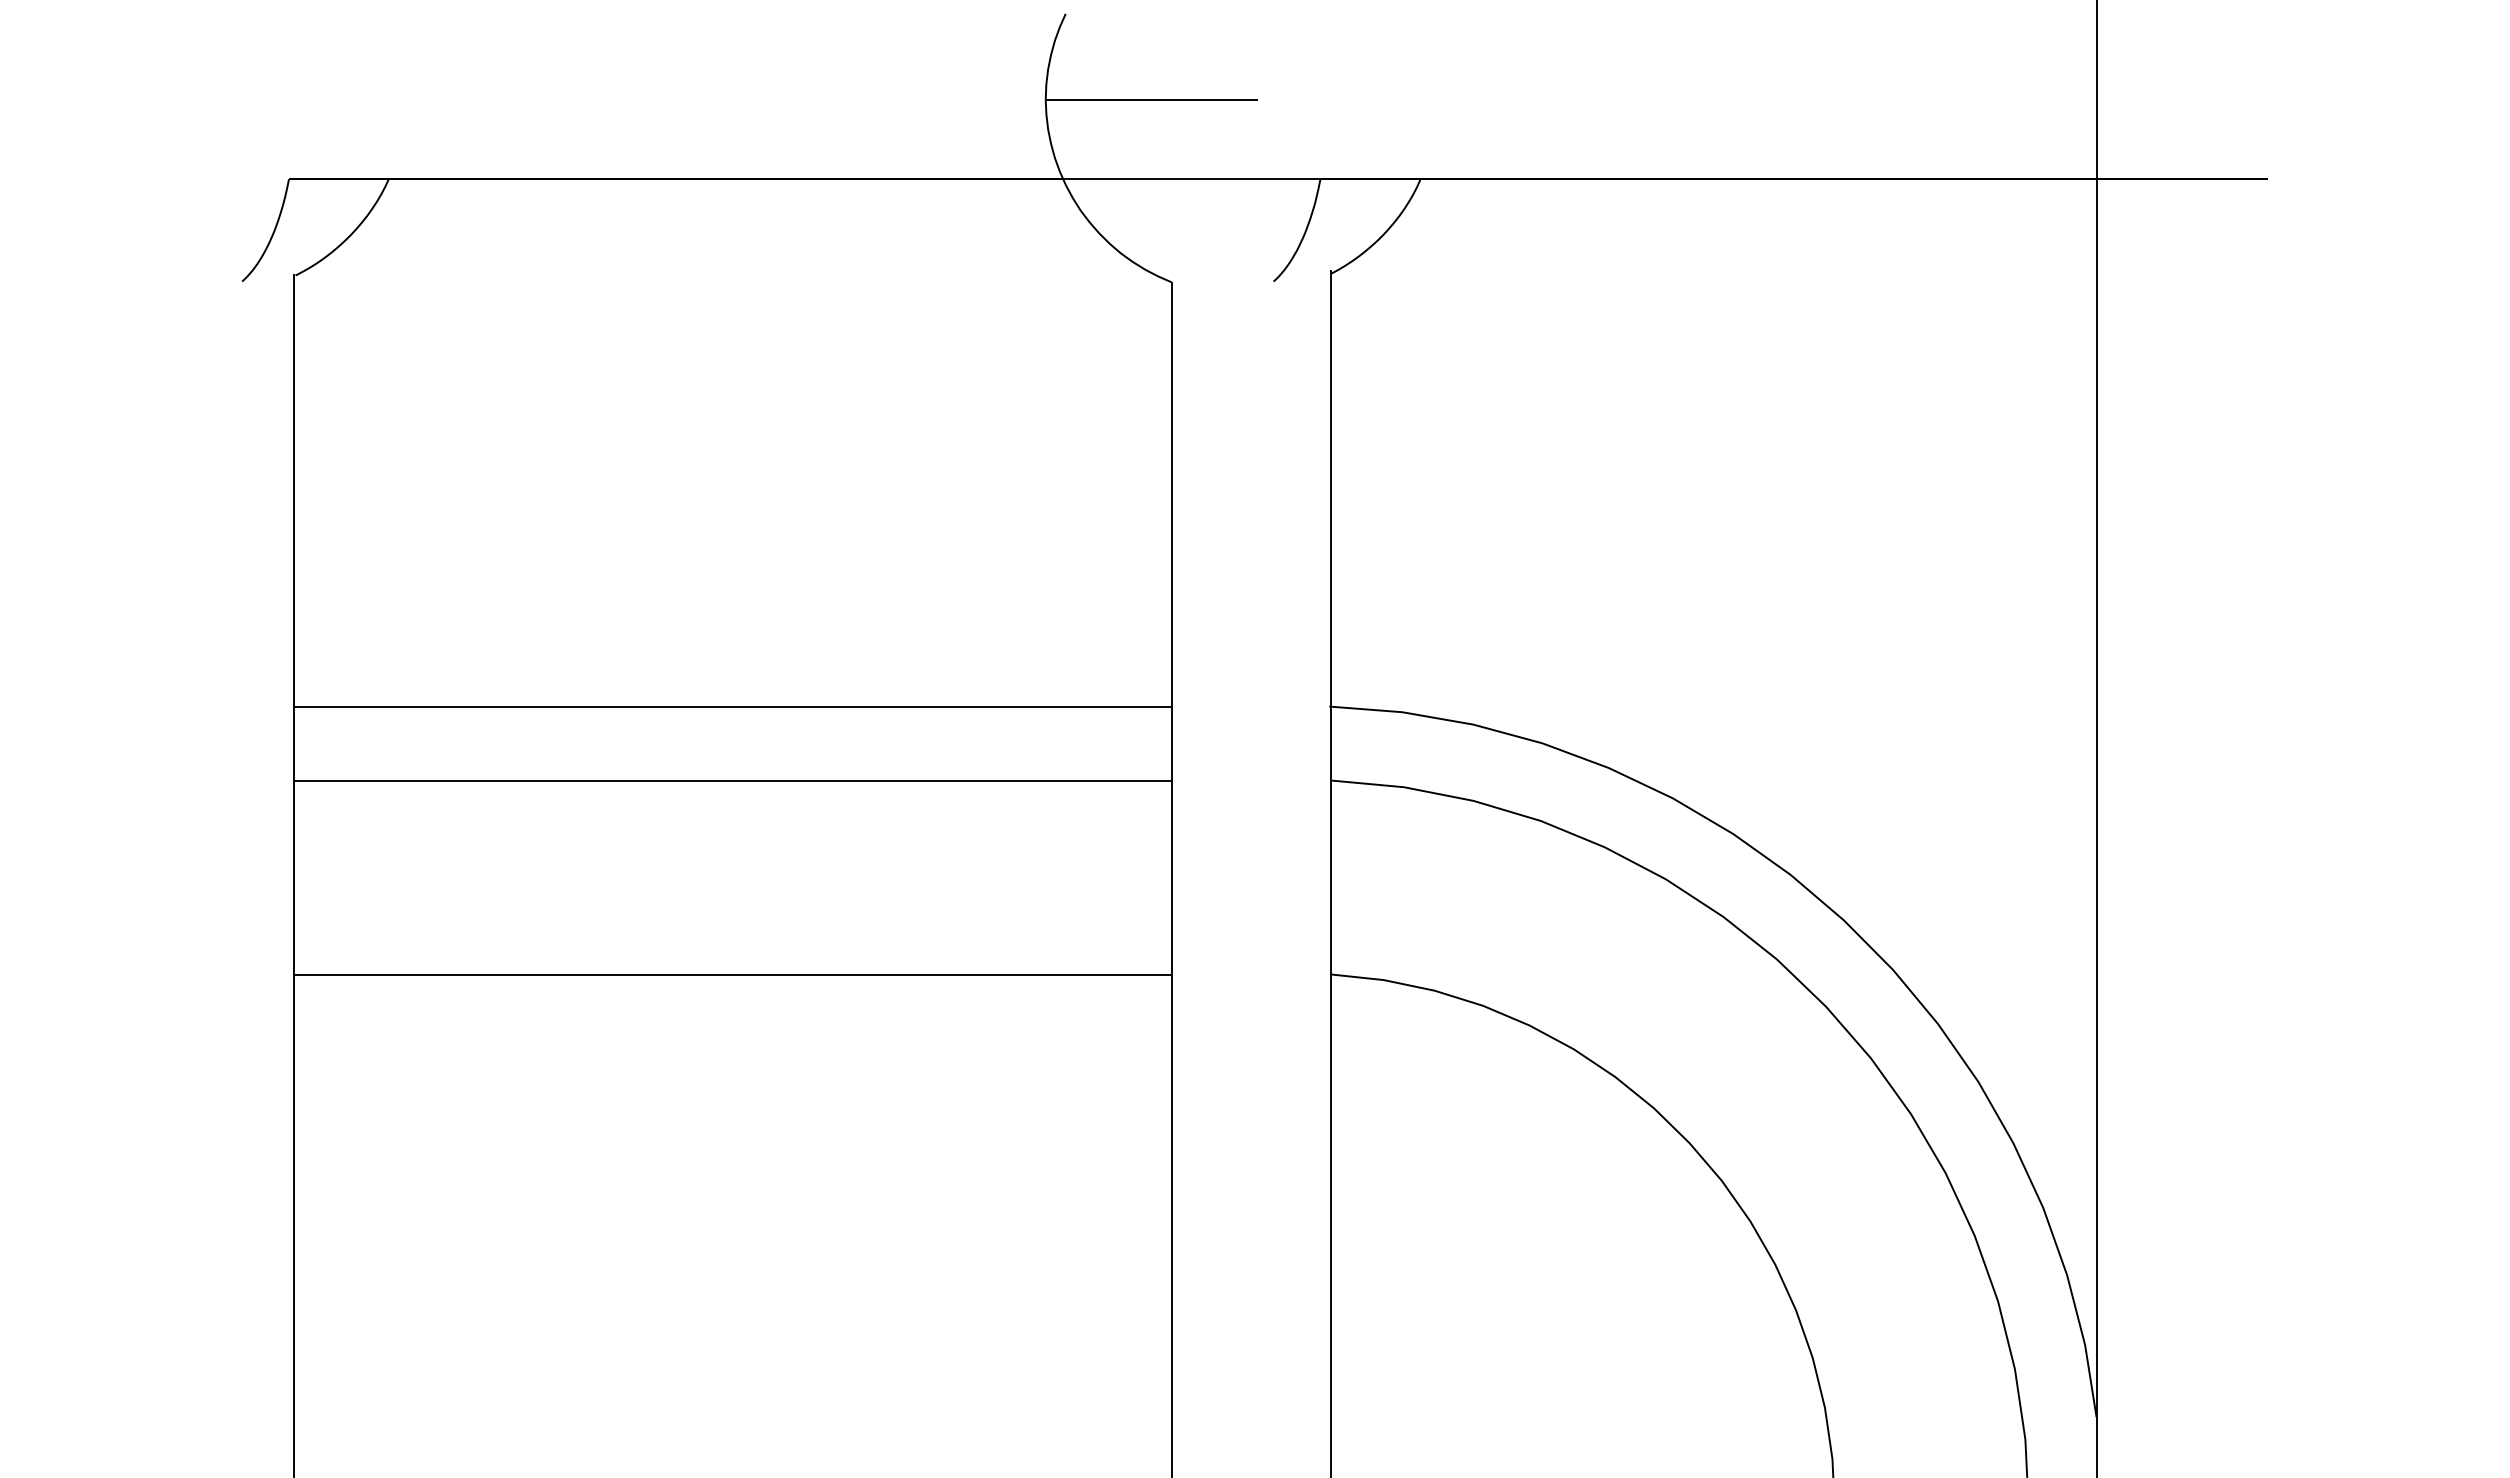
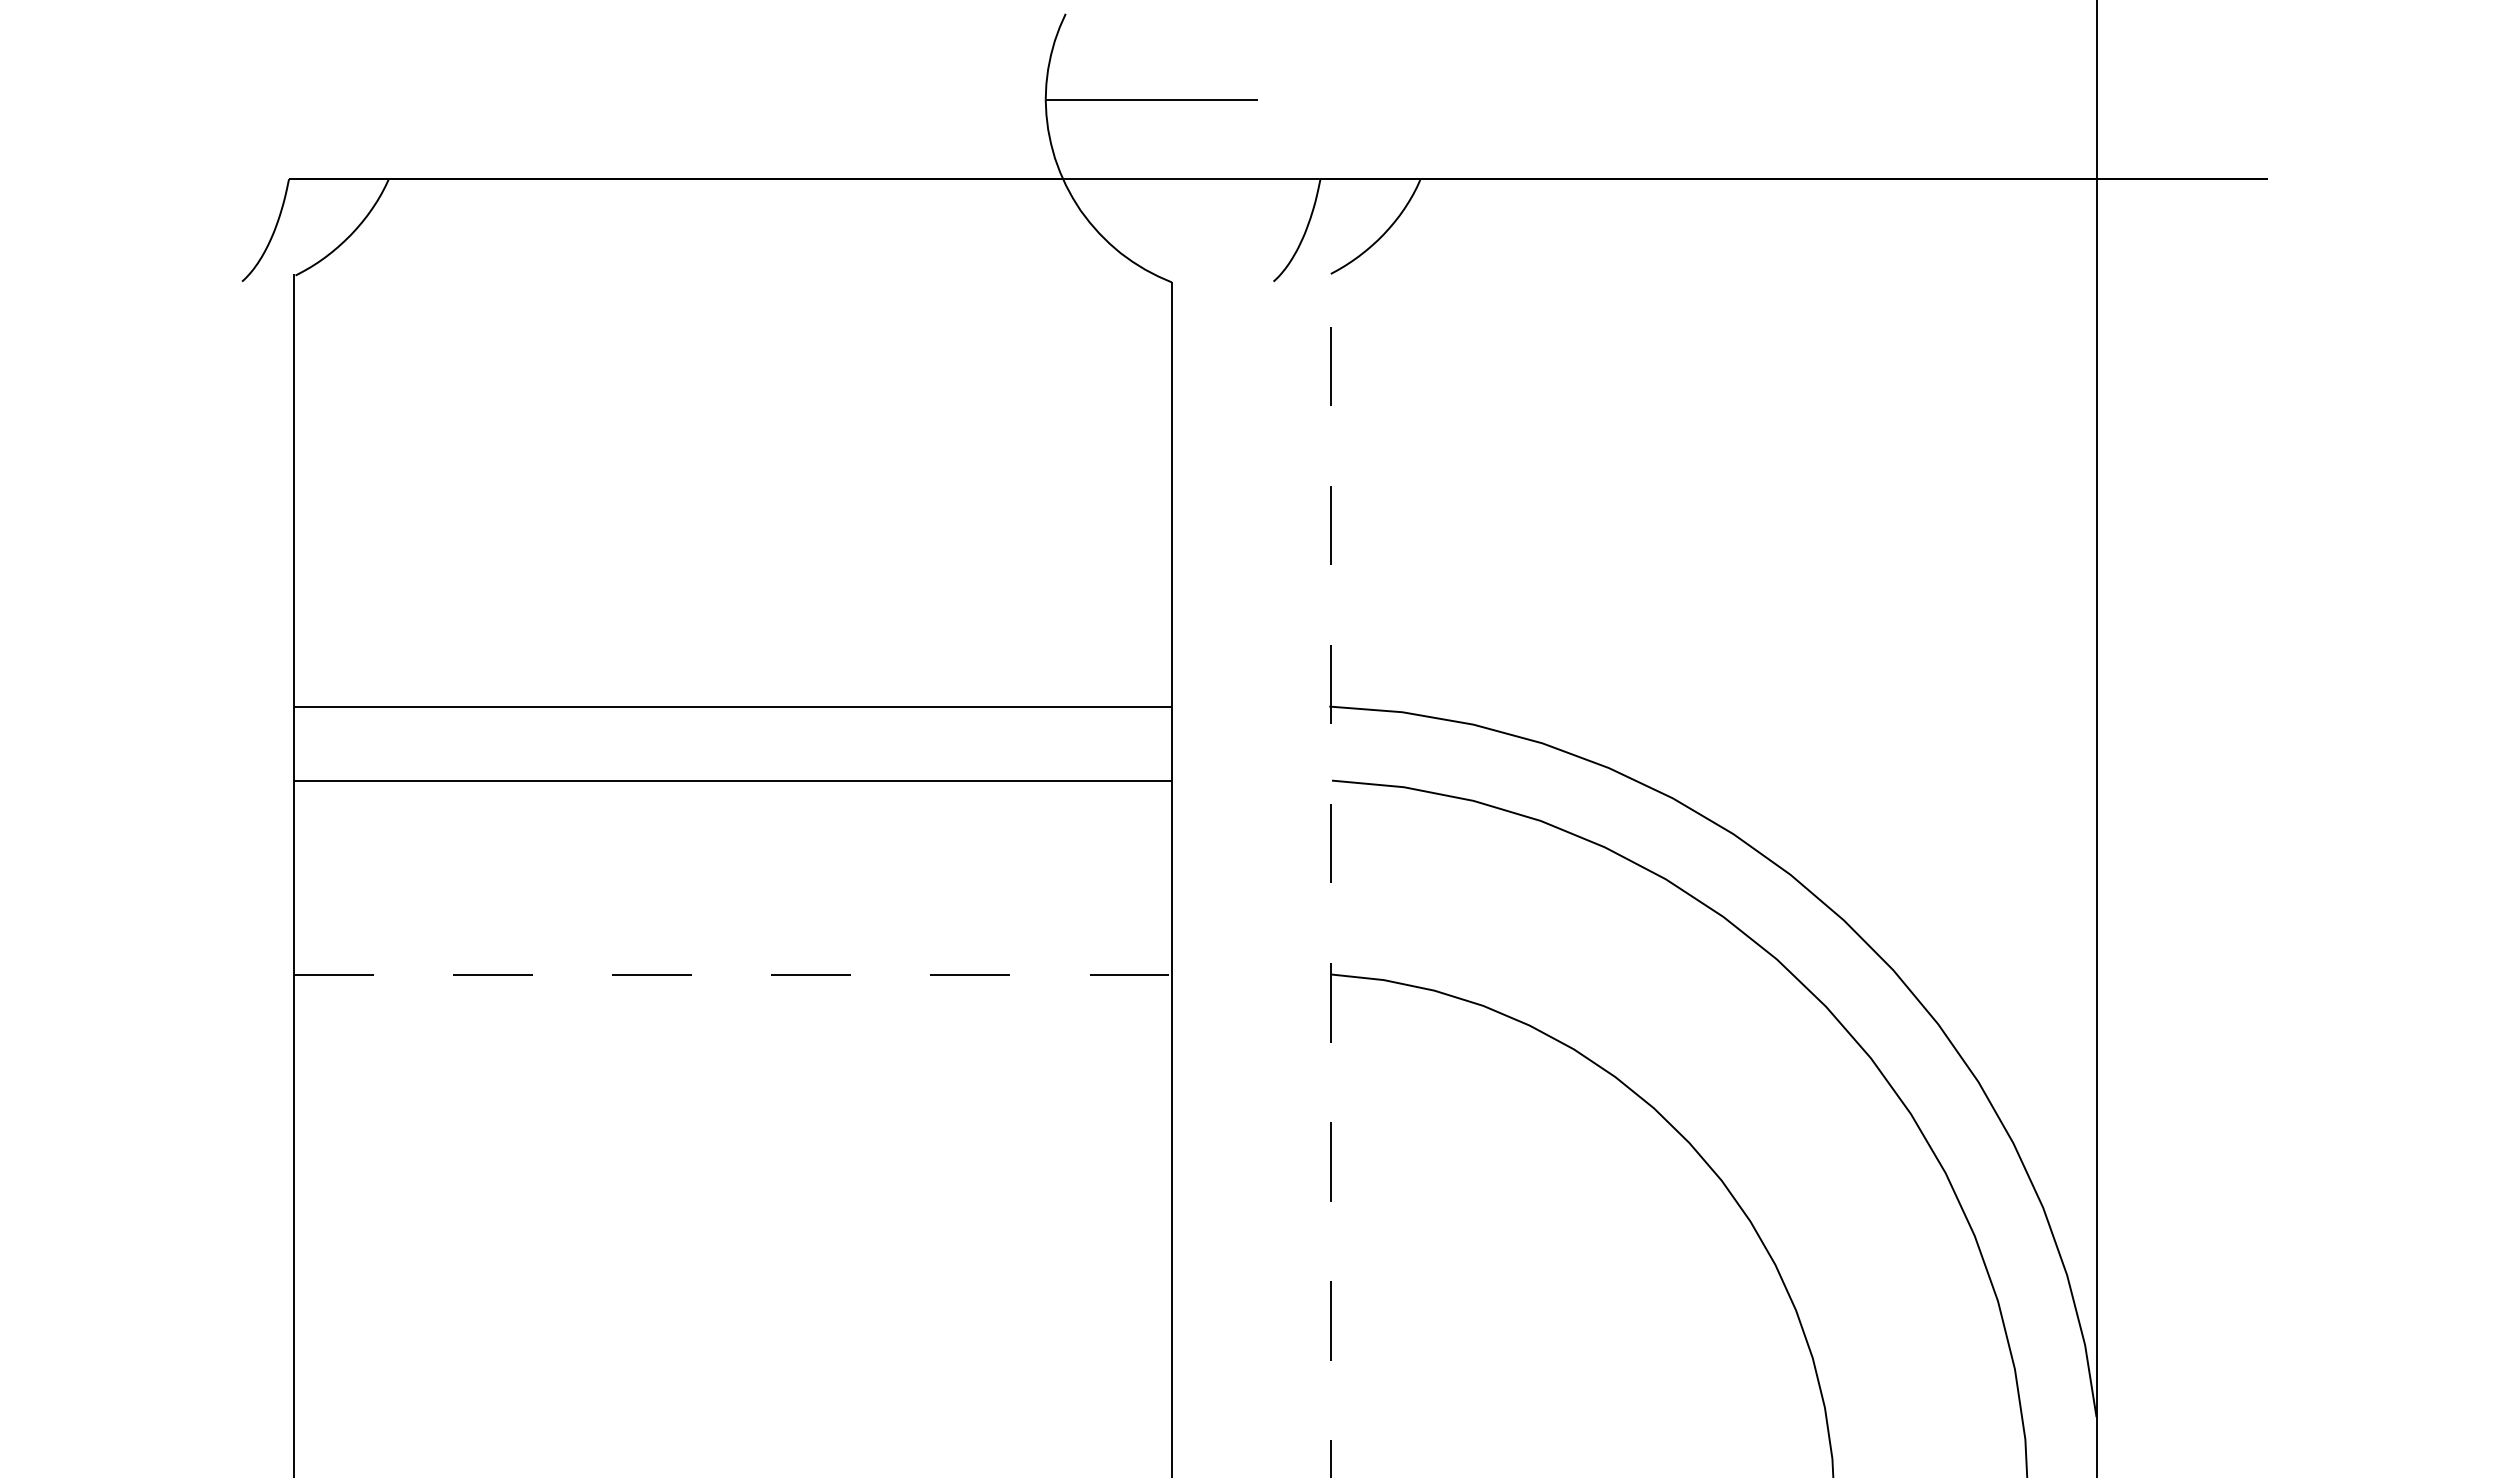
line at (1330, 873): solid -> dashed
line at (732, 974): solid -> dashed
